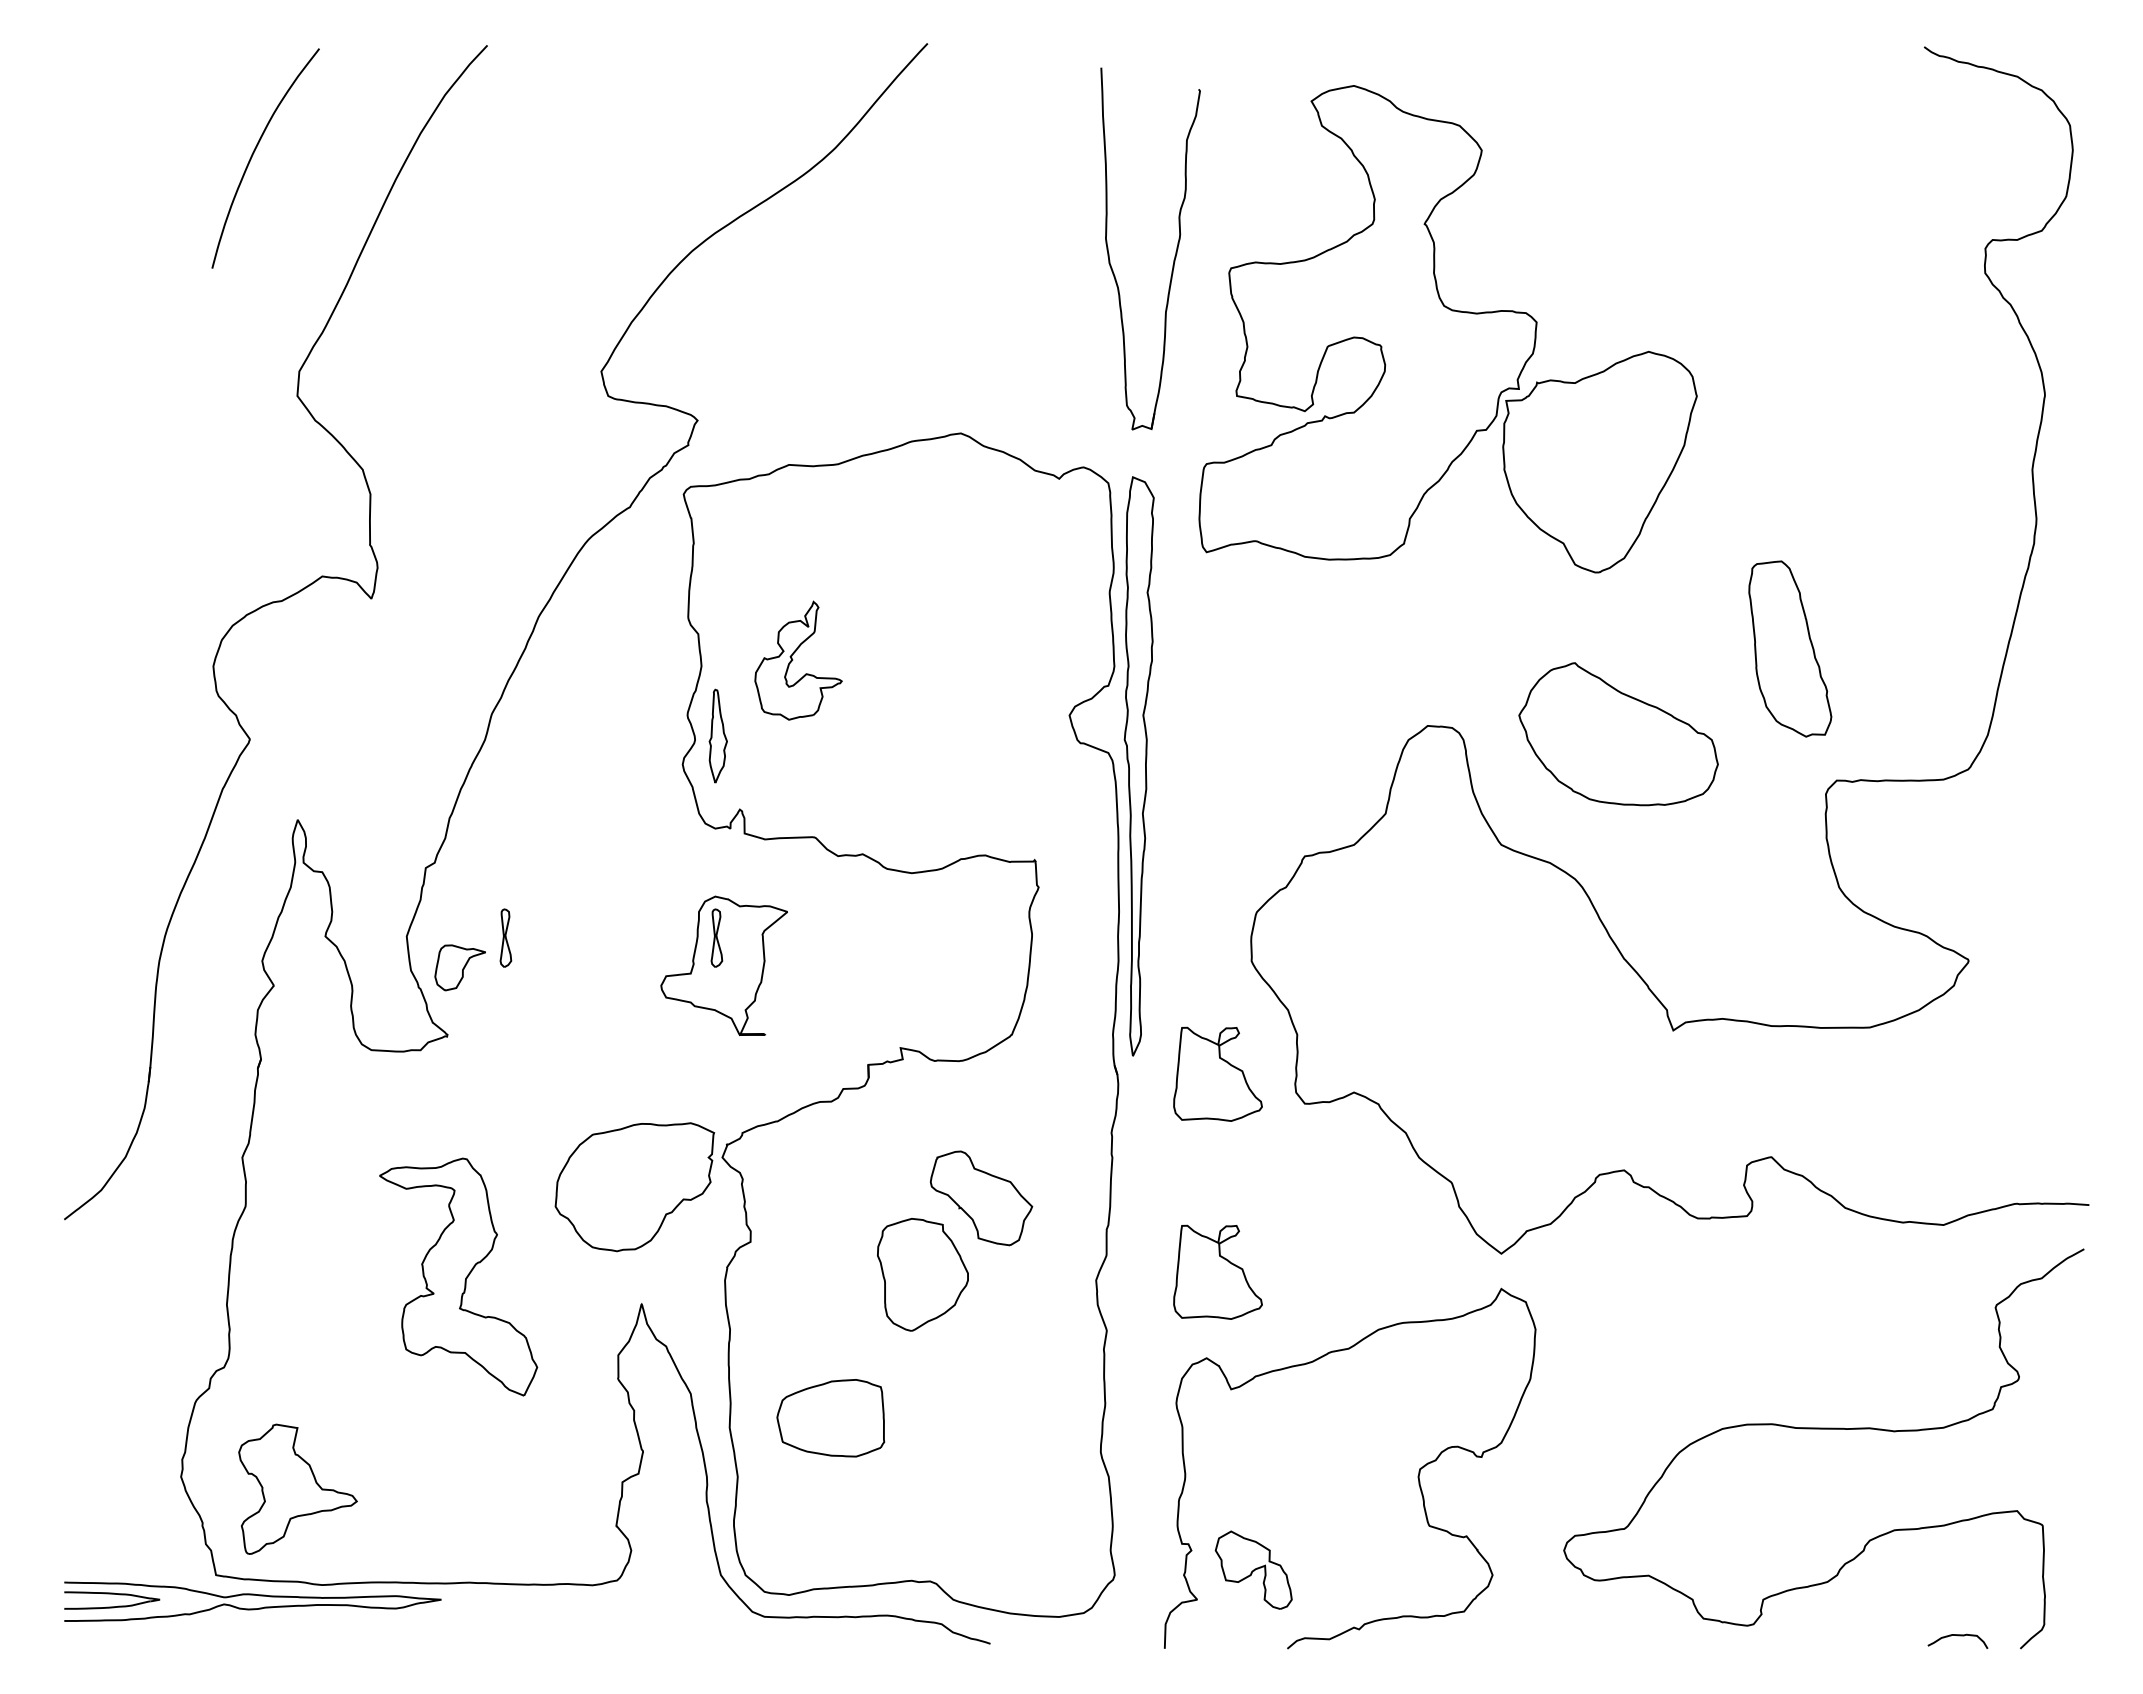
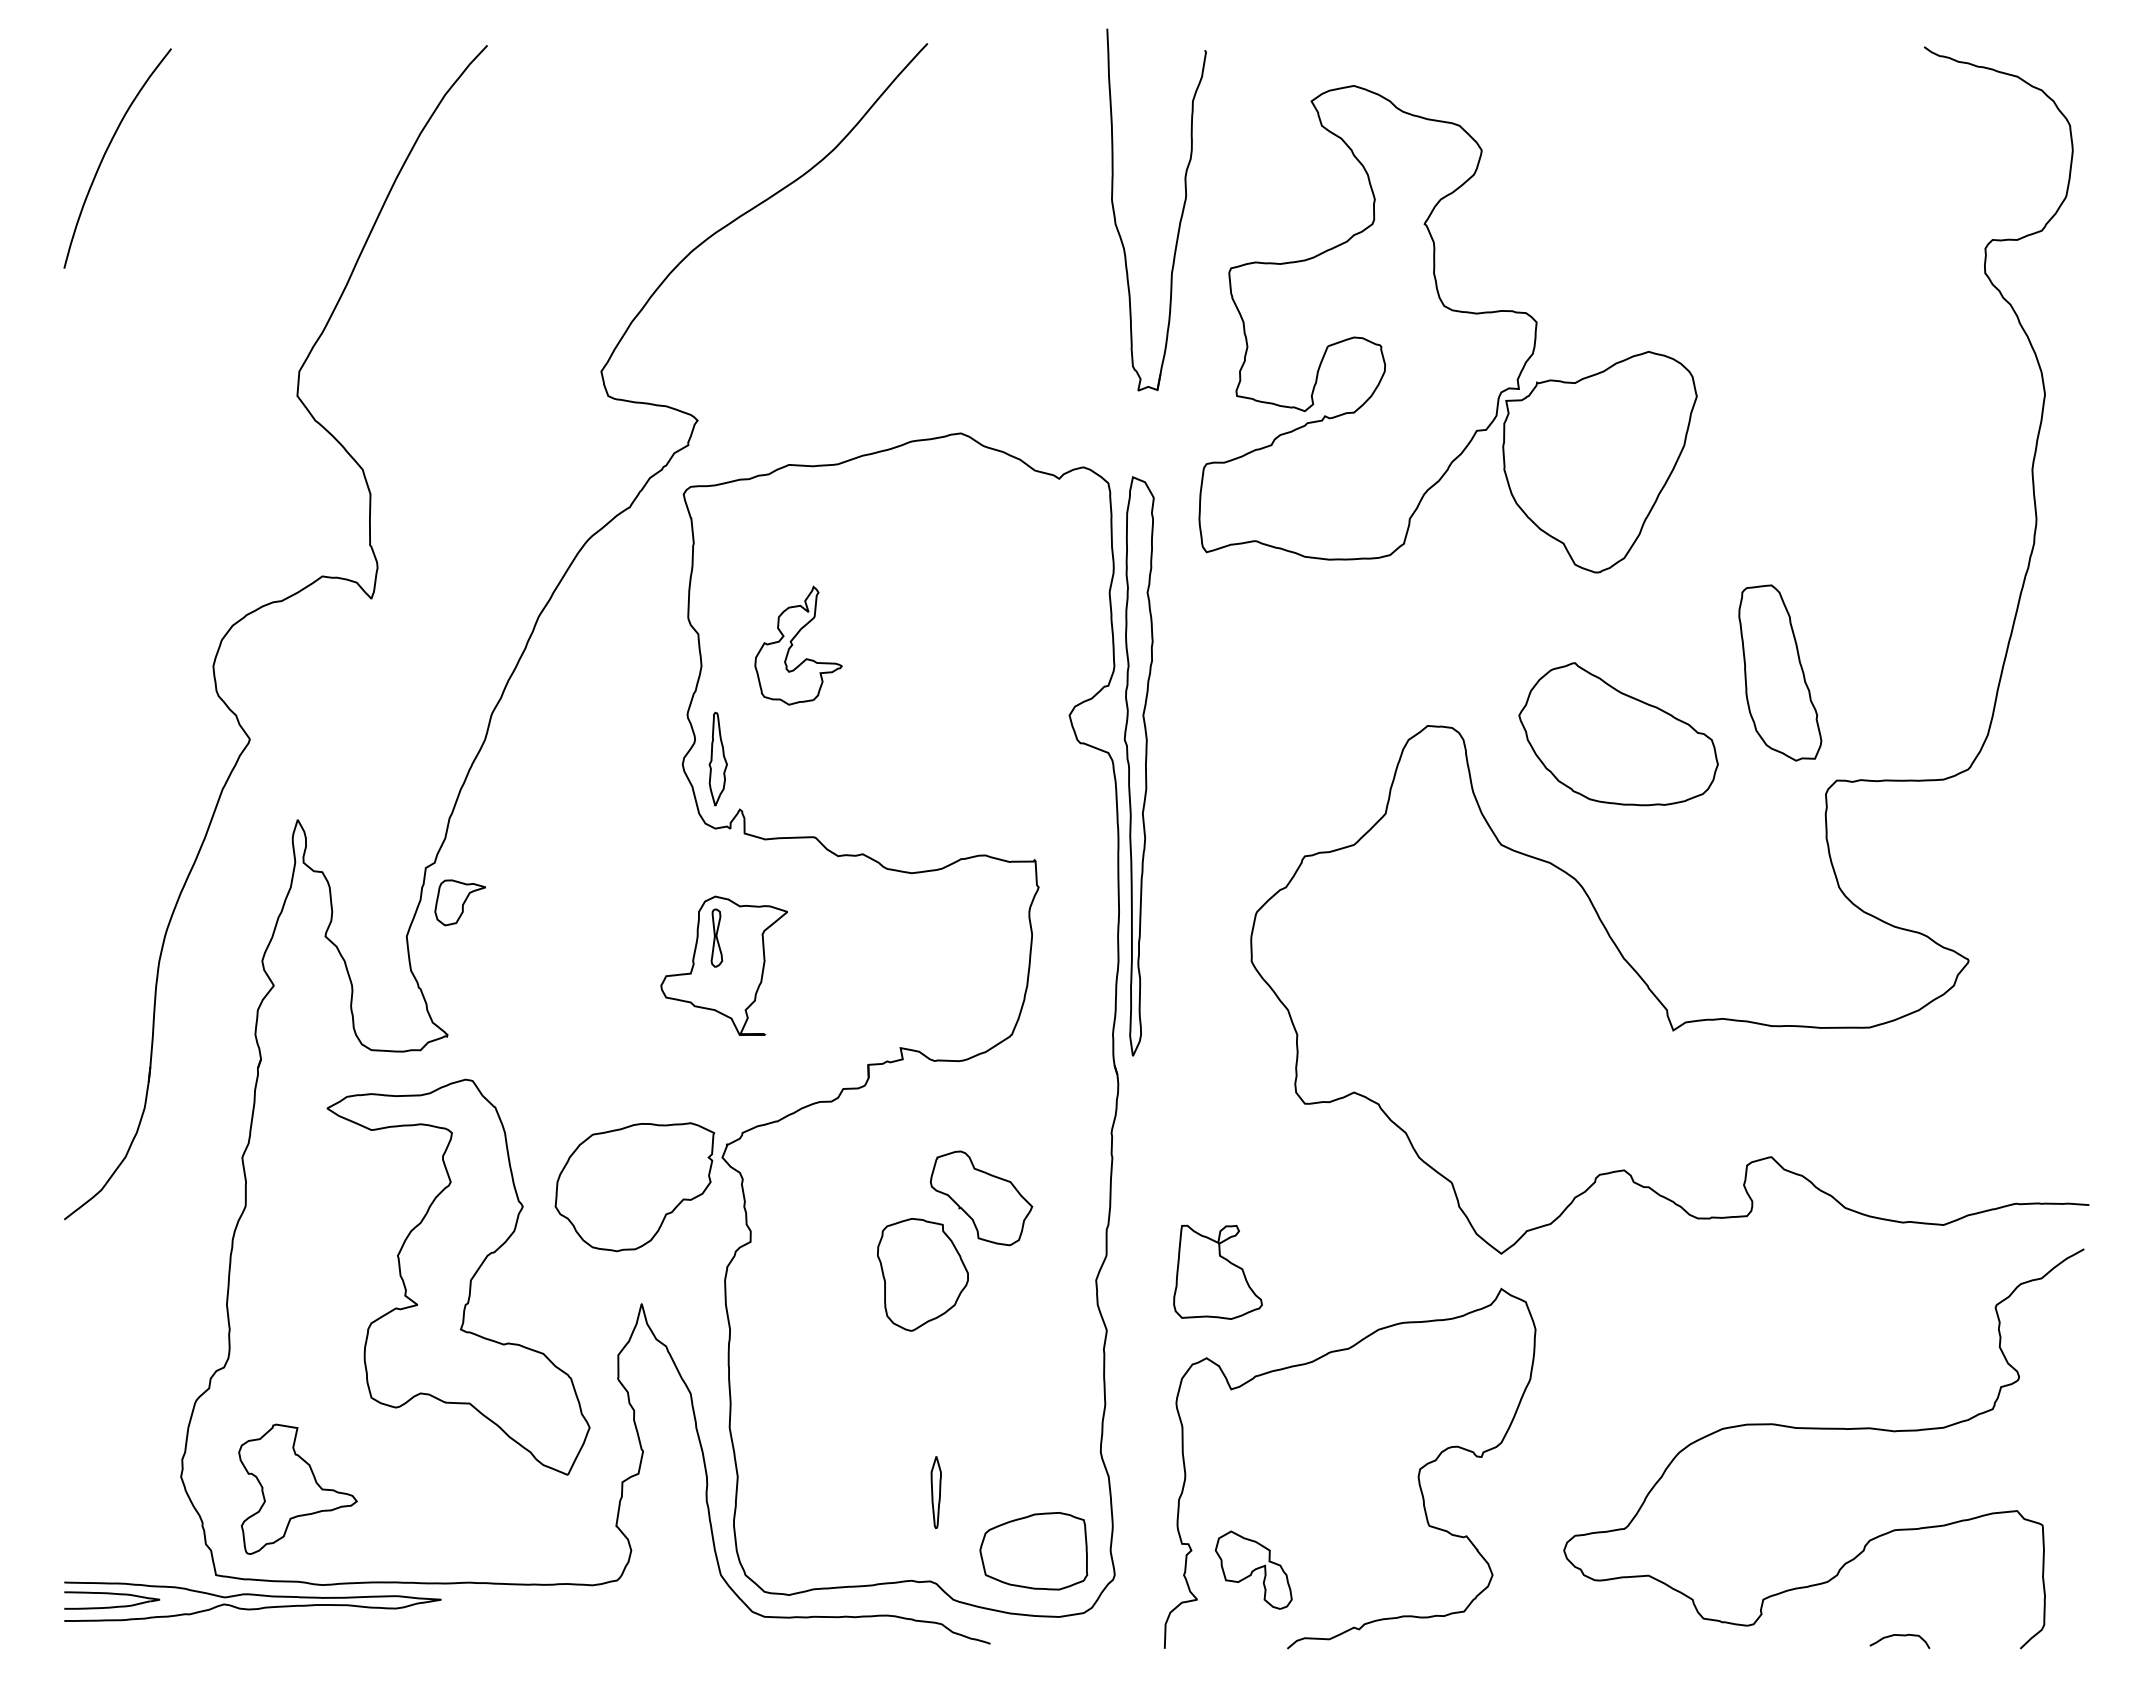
curve at (254, 153) position: (254, 153) -> (106, 153)
part at (1175, 251) position: (1175, 251) -> (1181, 212)
part at (1790, 648) position: (1790, 648) -> (1780, 672)
part at (798, 660) position: (798, 660) -> (798, 645)
part at (717, 735) position: (717, 735) -> (717, 758)
part at (505, 937): present -> none
part at (459, 967) position: (459, 967) -> (459, 902)
part at (1217, 1073): present -> none
part at (458, 1276) size: 160x240 px -> 265x398 px
part at (830, 1418) position: (830, 1418) -> (1033, 1551)
part at (935, 1492): none -> present
curve at (1957, 1636) position: (1957, 1636) -> (1899, 1636)
